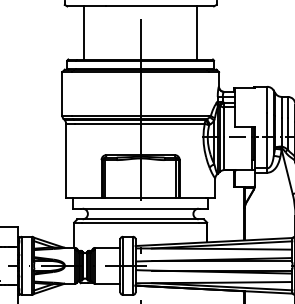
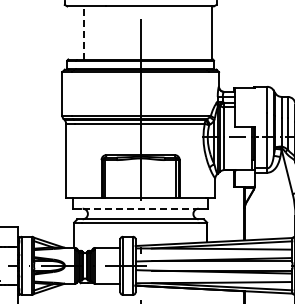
line at (84, 32): solid -> dashed
line at (197, 32) position: (197, 32) -> (212, 32)
line at (140, 208): solid -> dashed
